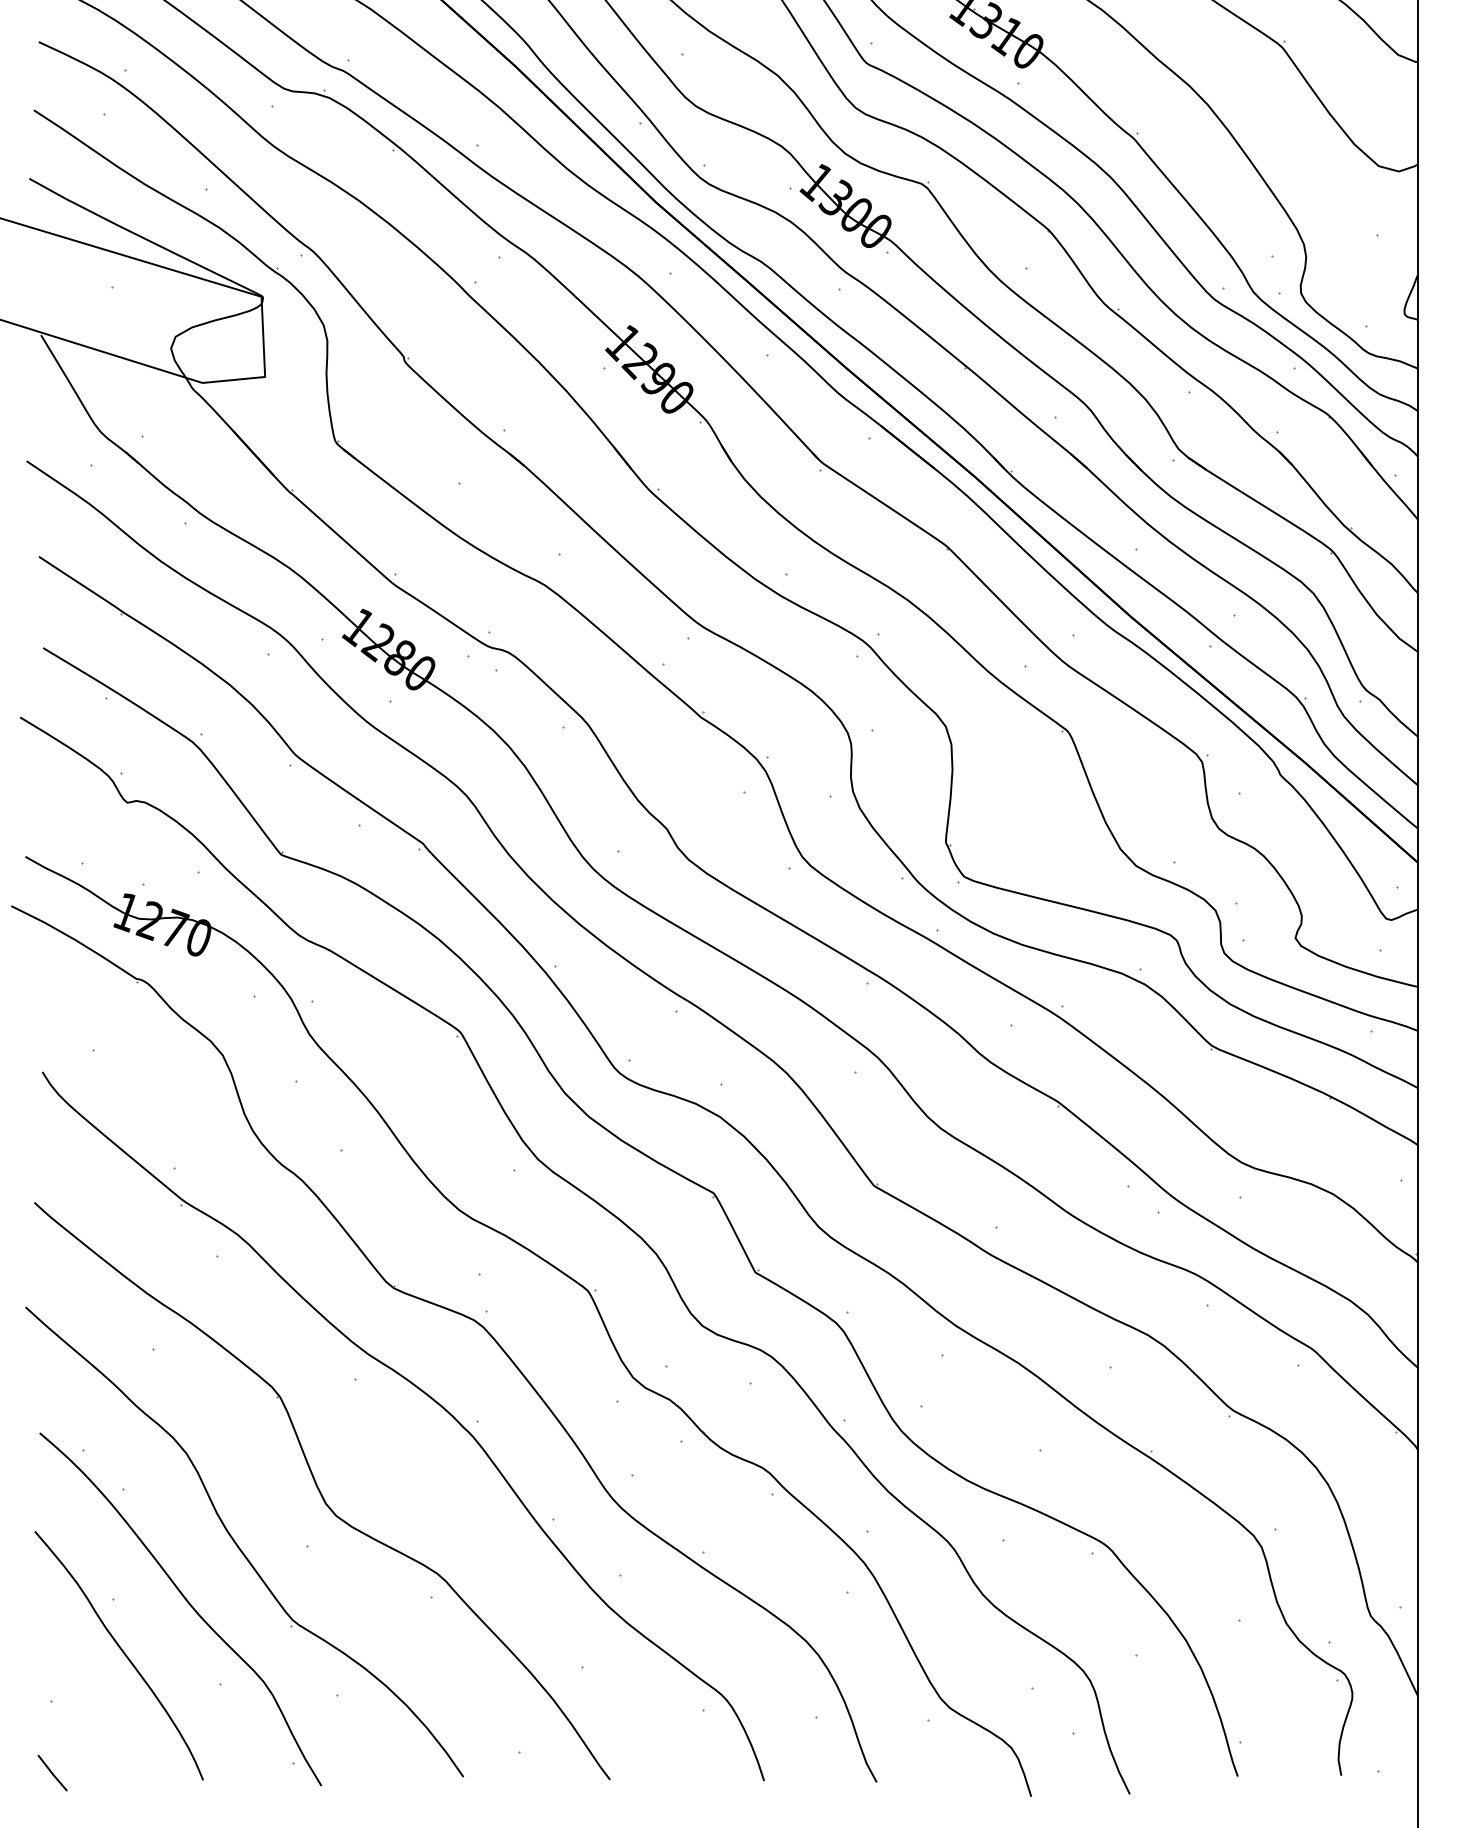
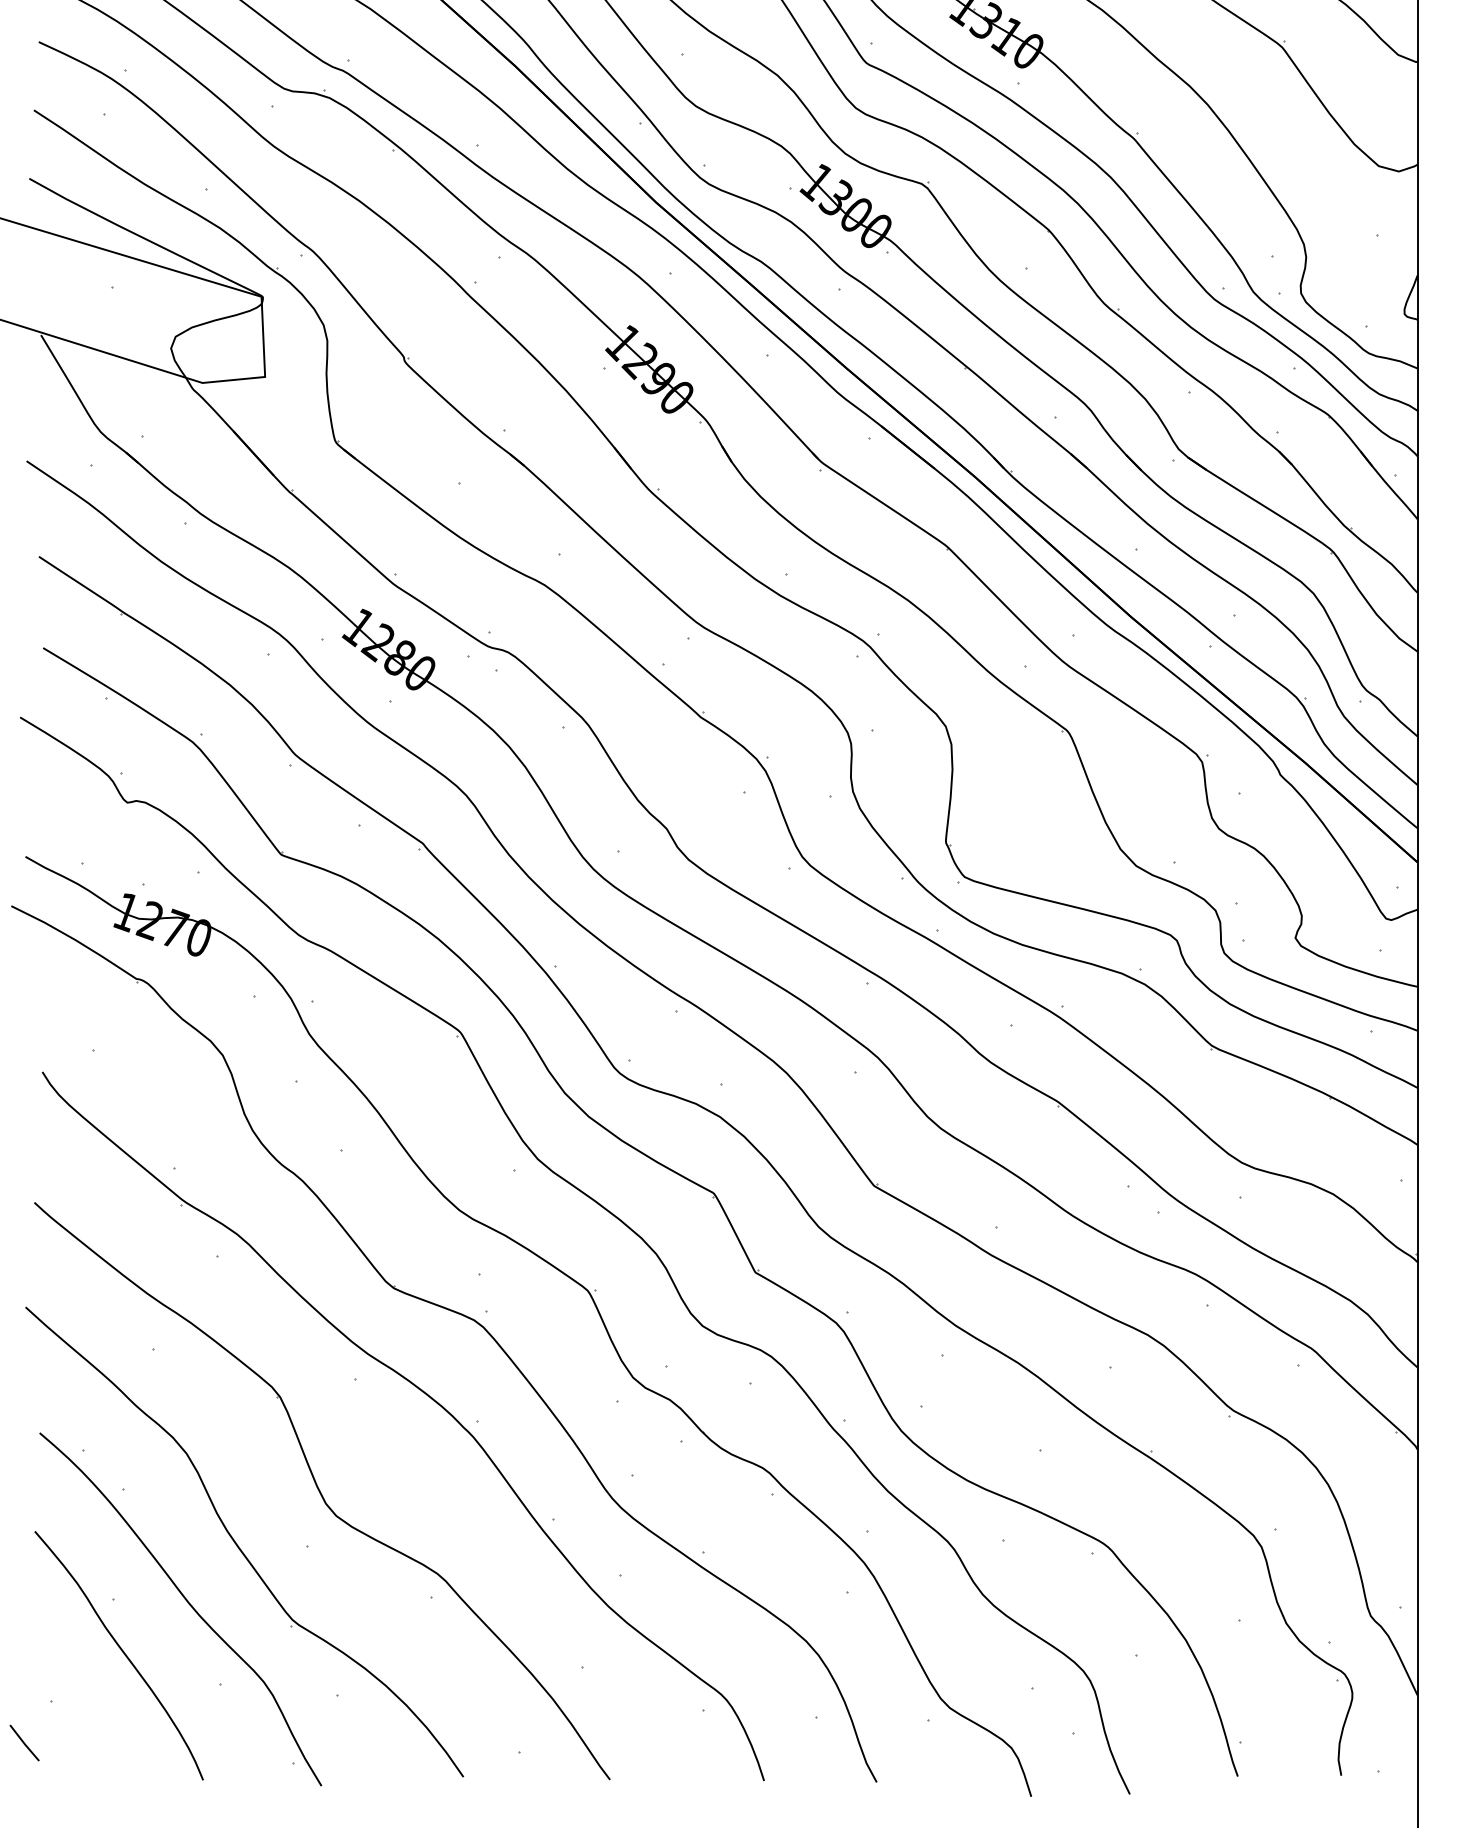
line at (52, 1772) position: (52, 1772) -> (24, 1742)
